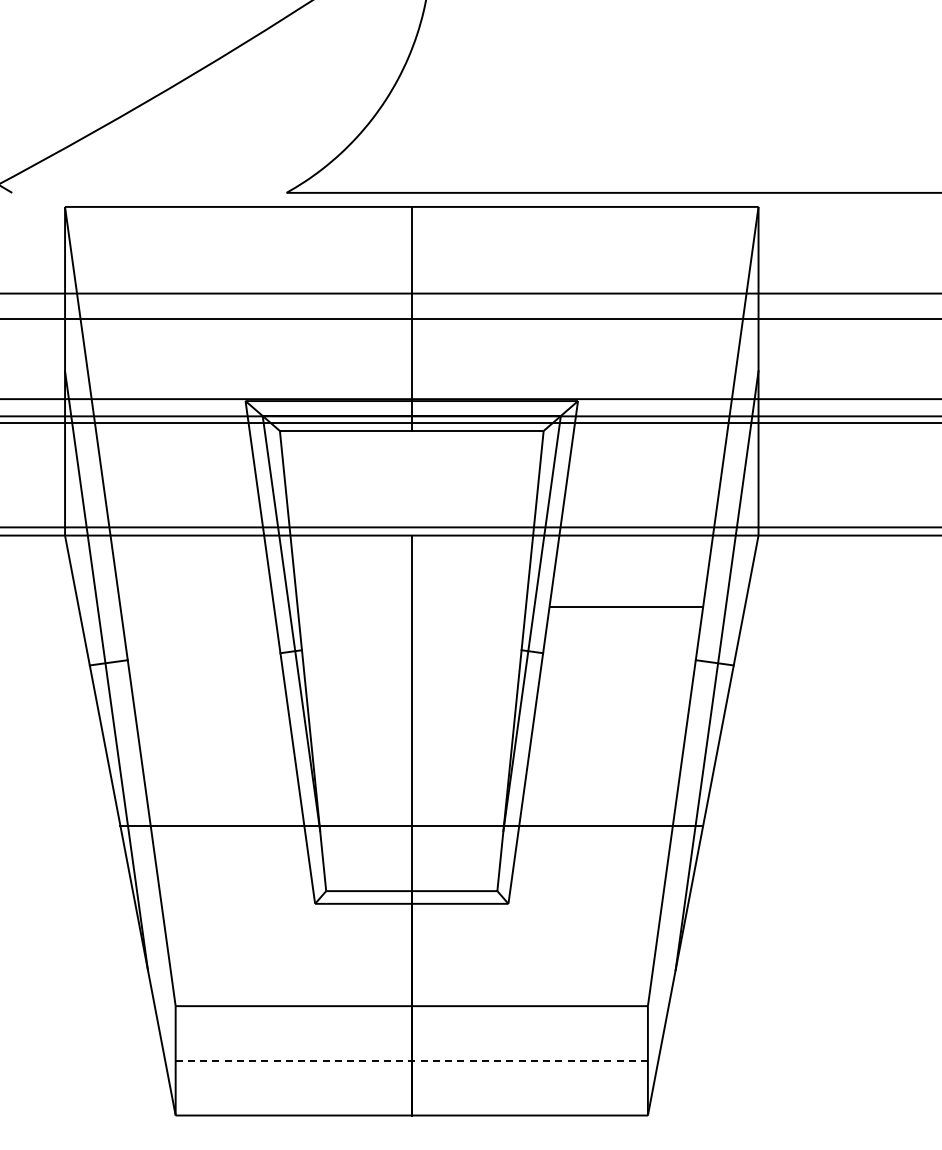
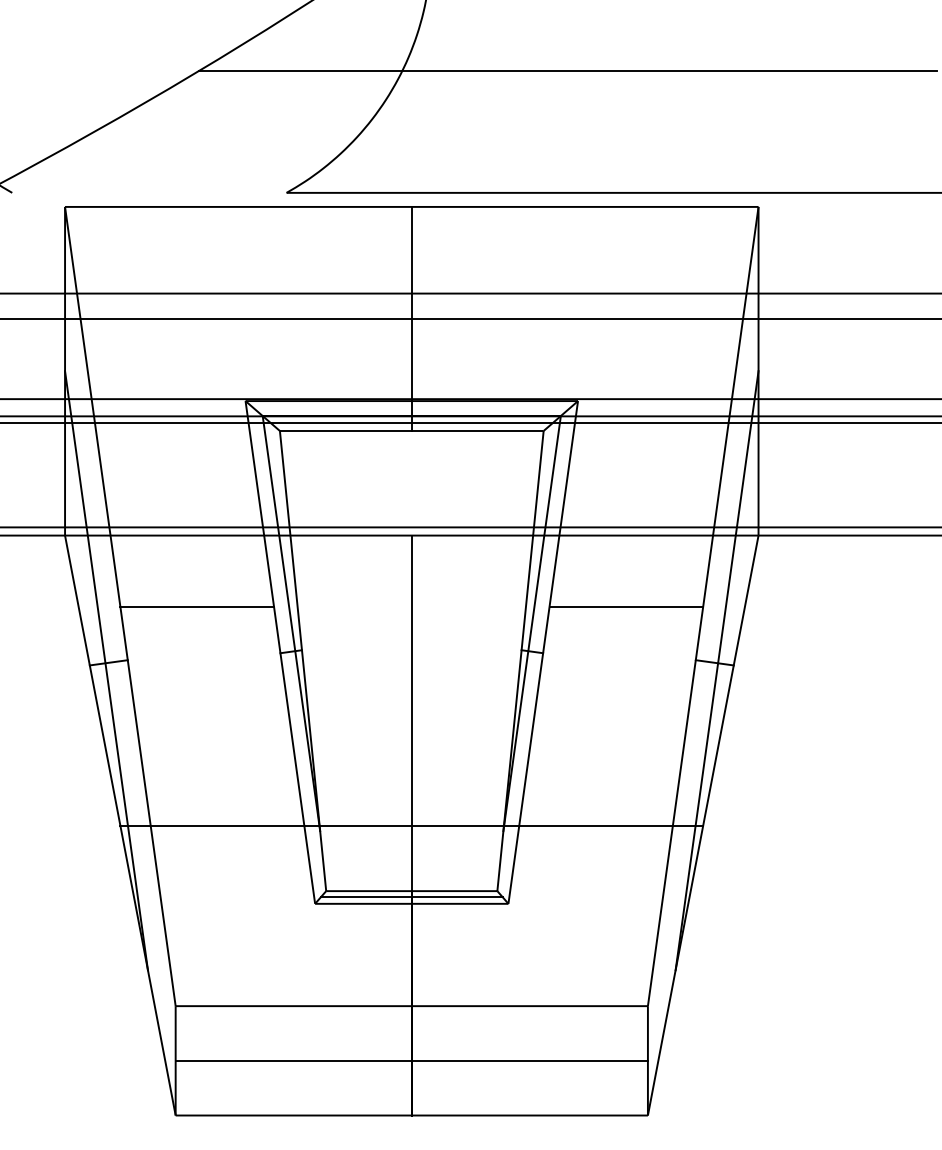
line at (567, 70): none -> present
line at (197, 606): none -> present
line at (411, 897): none -> present
line at (412, 1060): dashed -> solid
